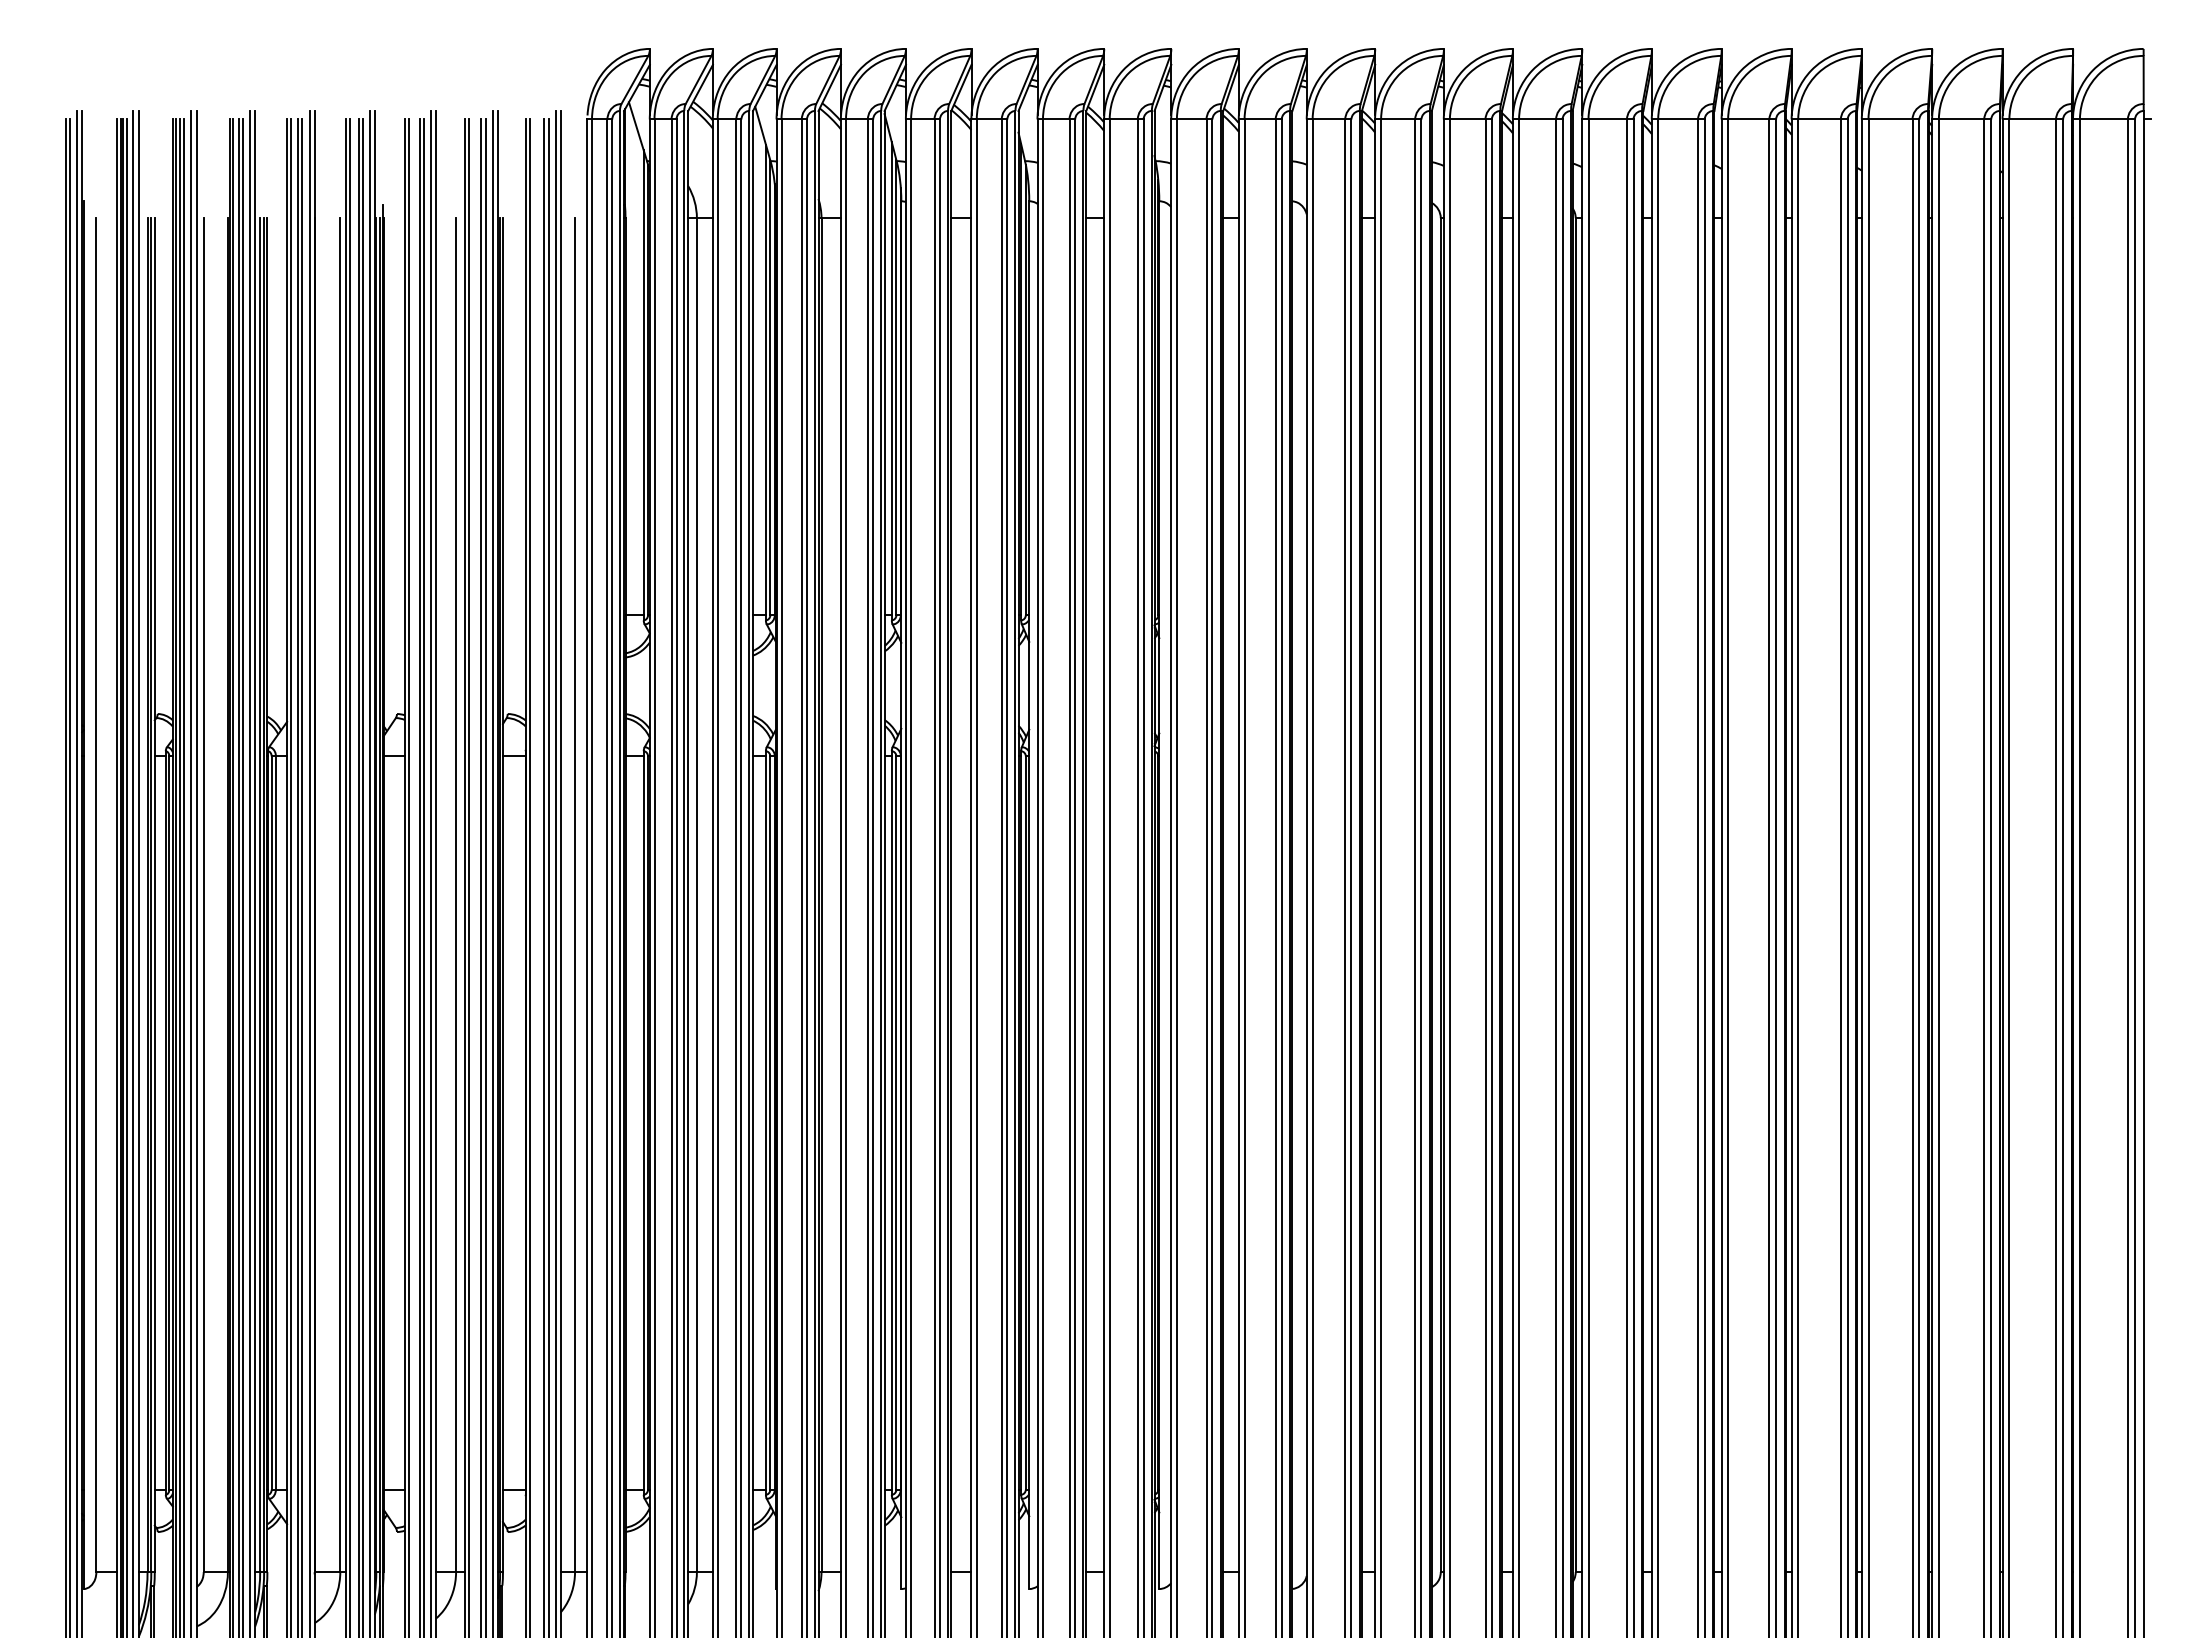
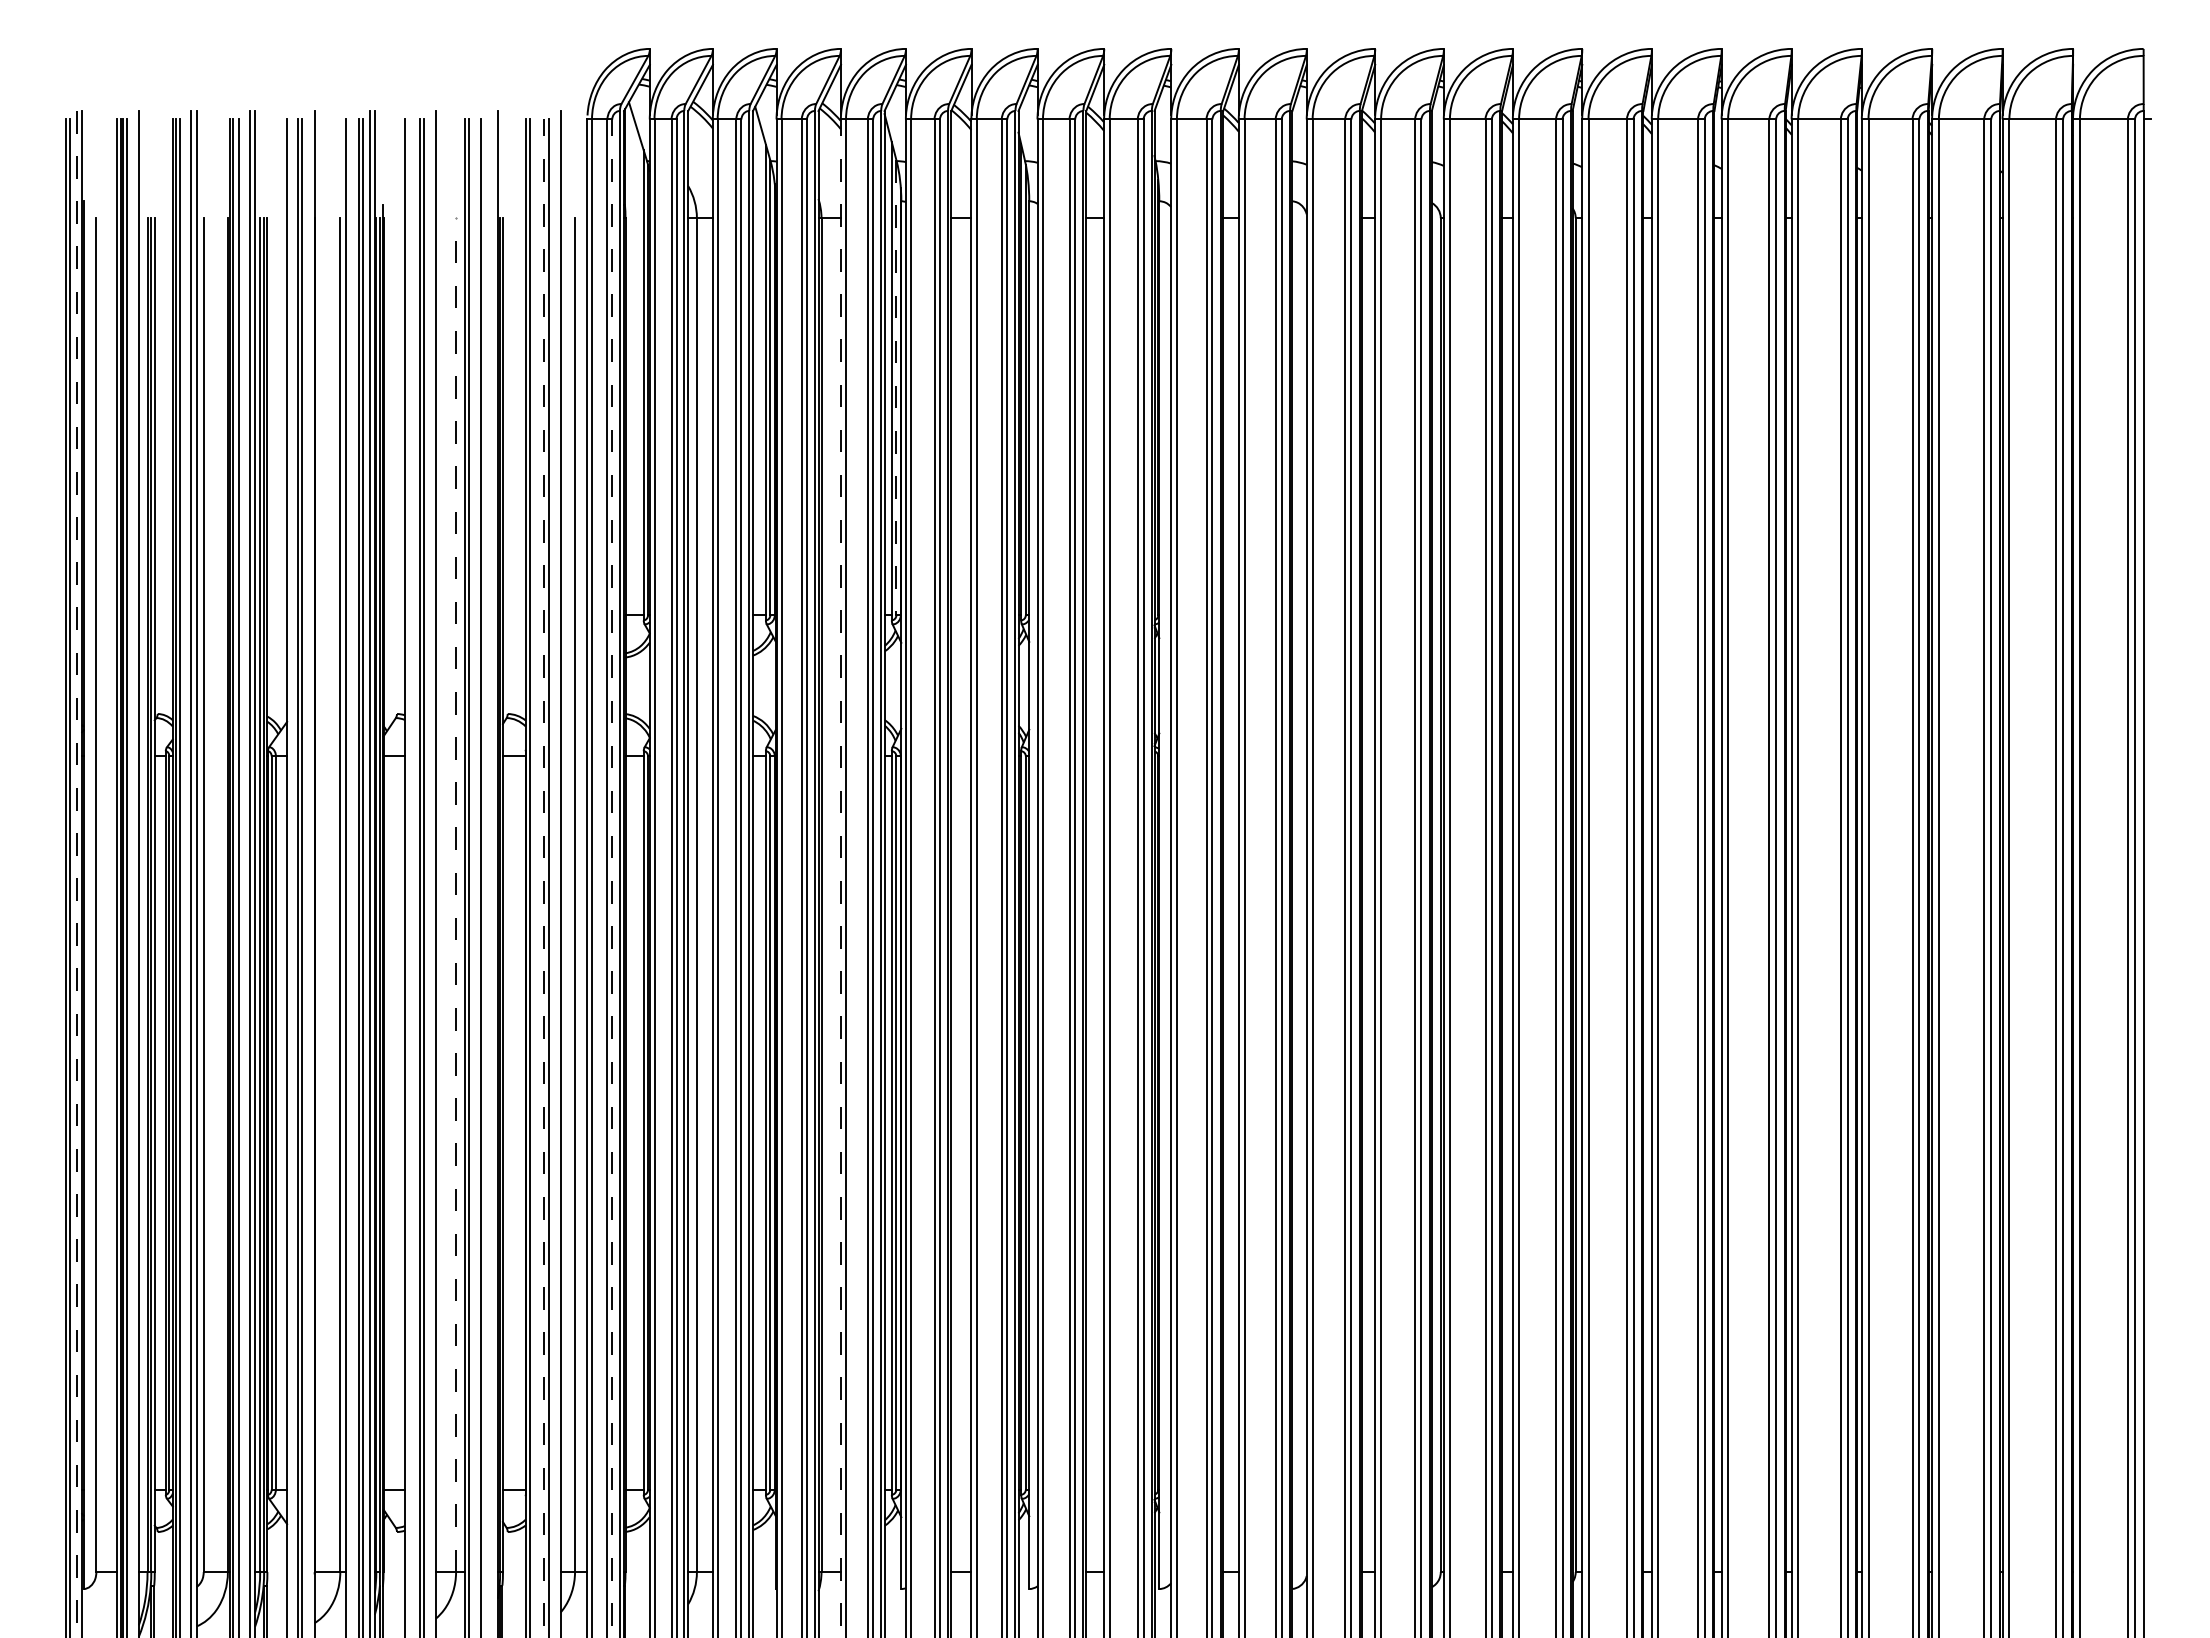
line at (896, 387): solid -> dashed
line at (133, 872): present -> none
line at (309, 872): present -> none
line at (431, 872): present -> none
line at (493, 872): present -> none
line at (556, 872): present -> none
line at (76, 874): solid -> dashed
line at (184, 876): present -> none
line at (242, 876): present -> none
line at (291, 876): present -> none
line at (349, 876): present -> none
line at (409, 876): present -> none
line at (485, 876): present -> none
line at (544, 878): solid -> dashed
line at (612, 878): solid -> dashed
line at (840, 878): solid -> dashed
line at (456, 895): solid -> dashed
